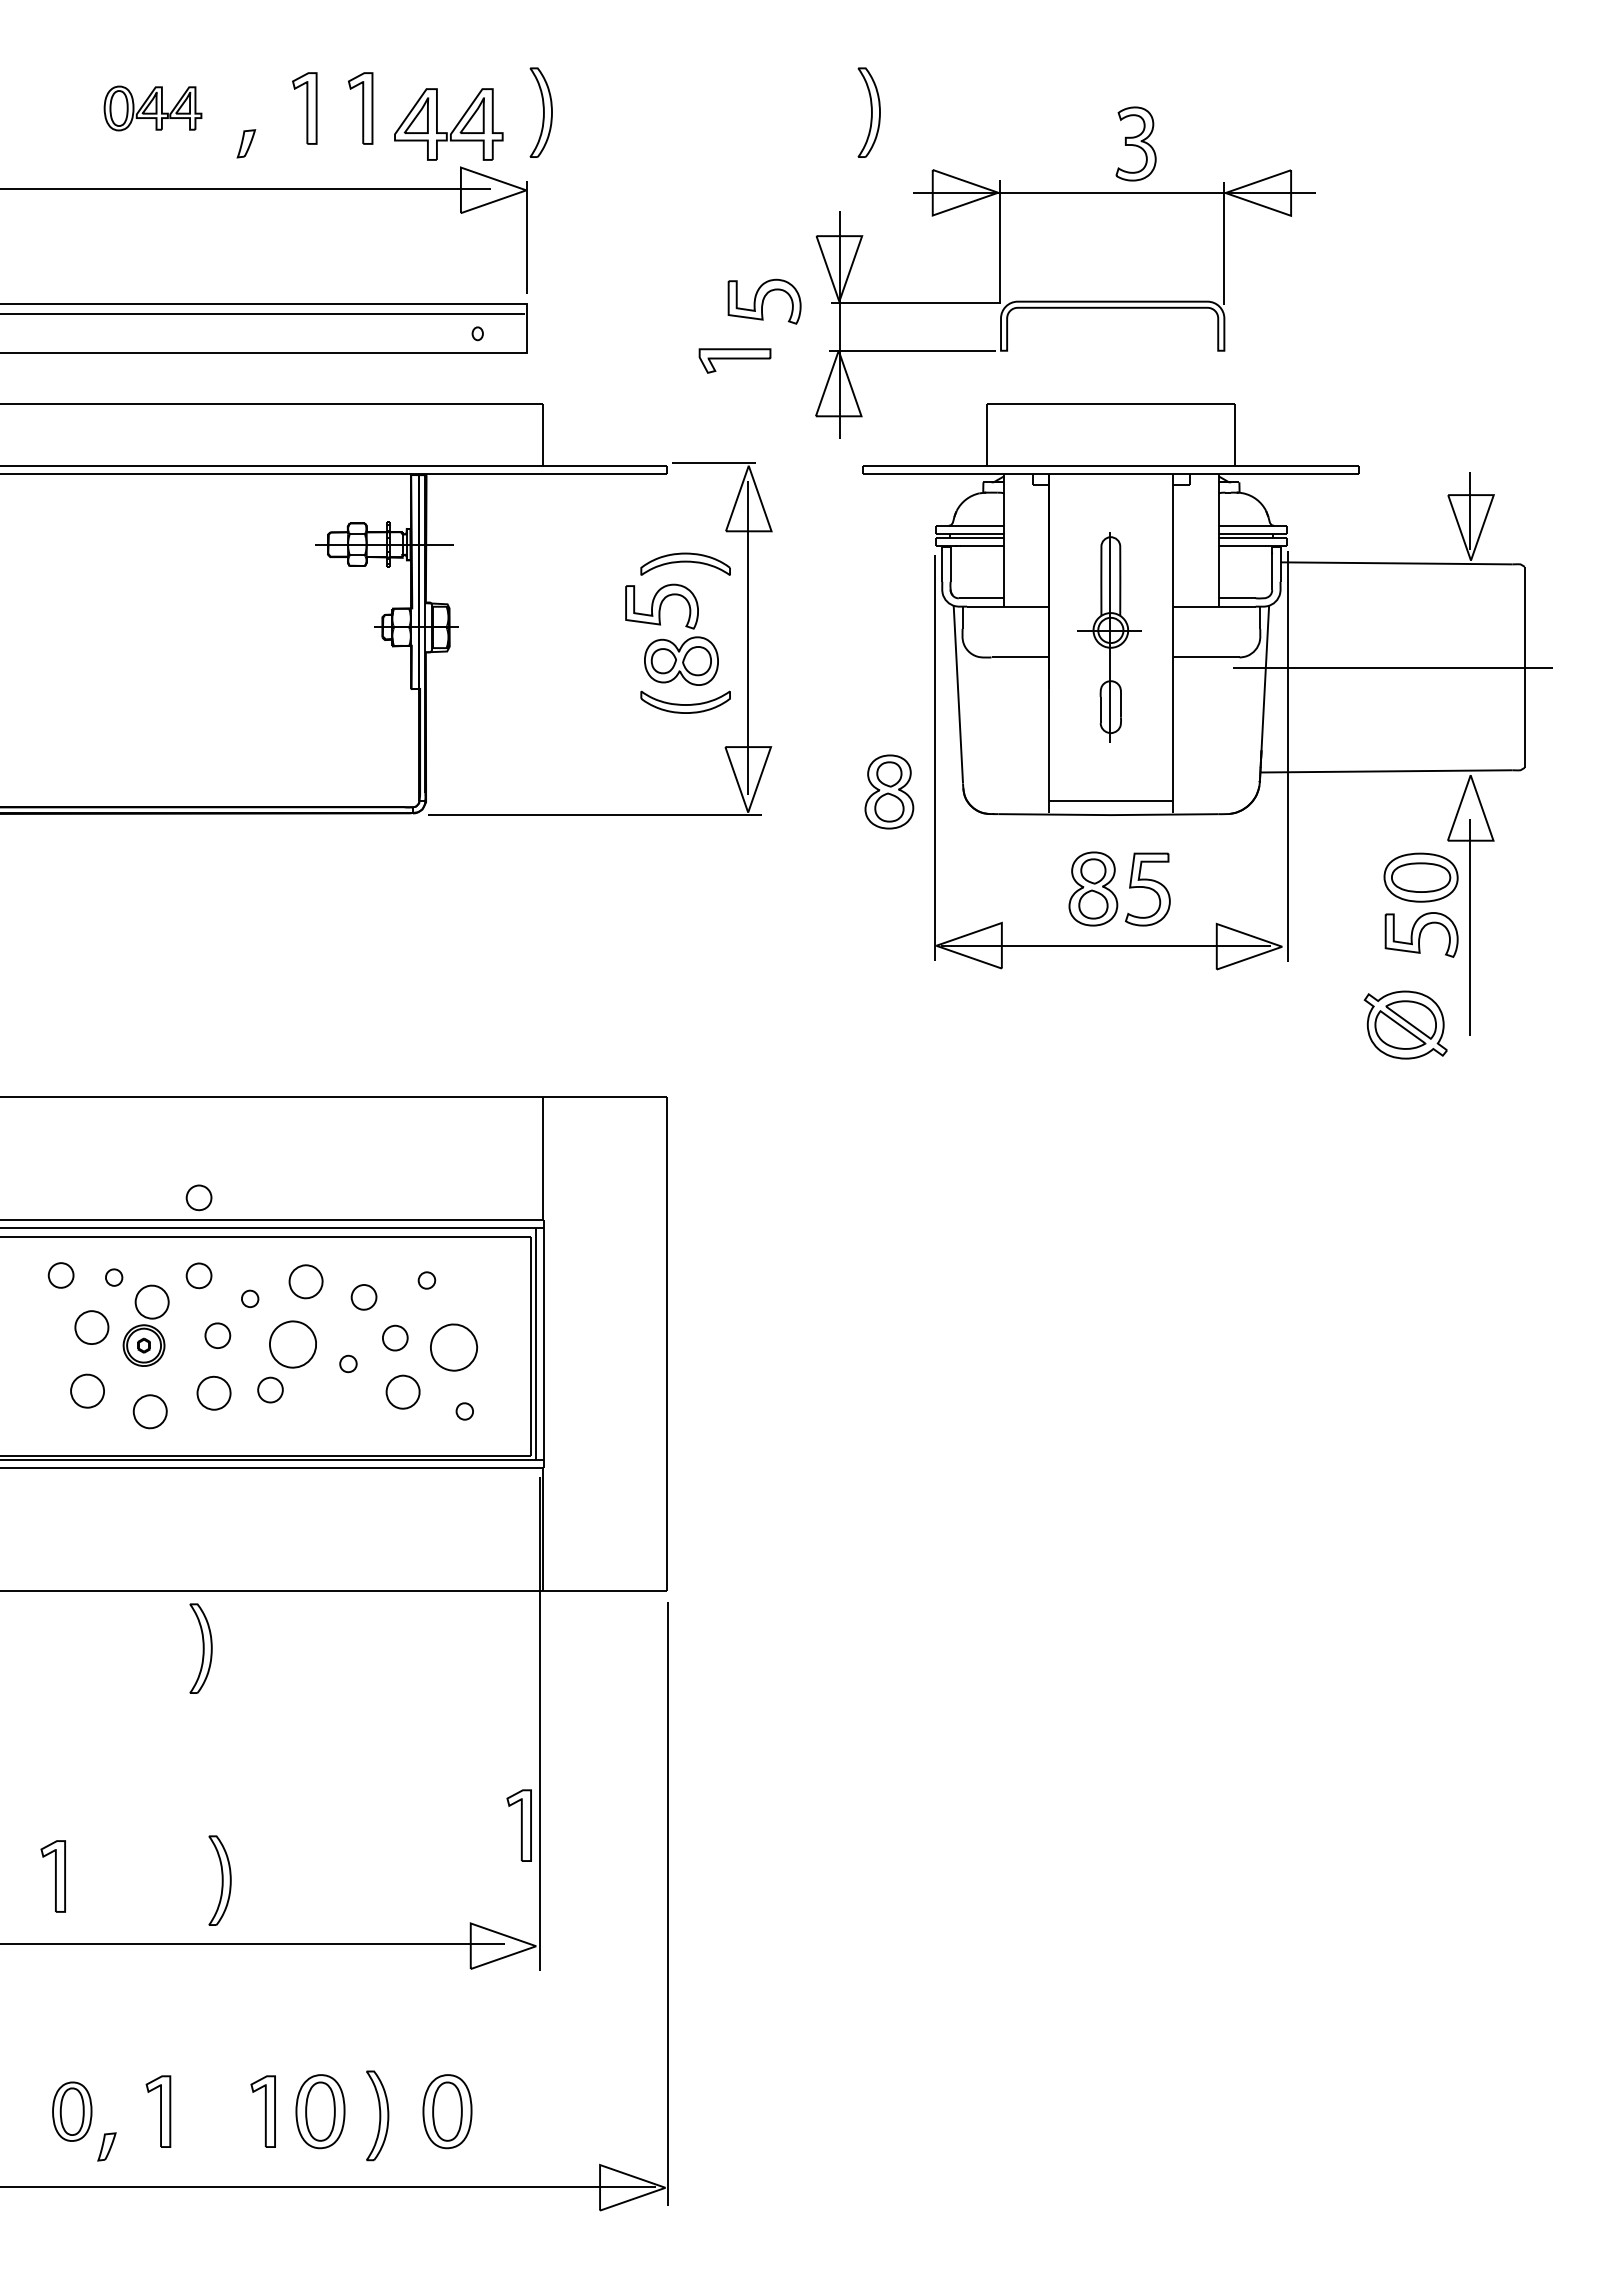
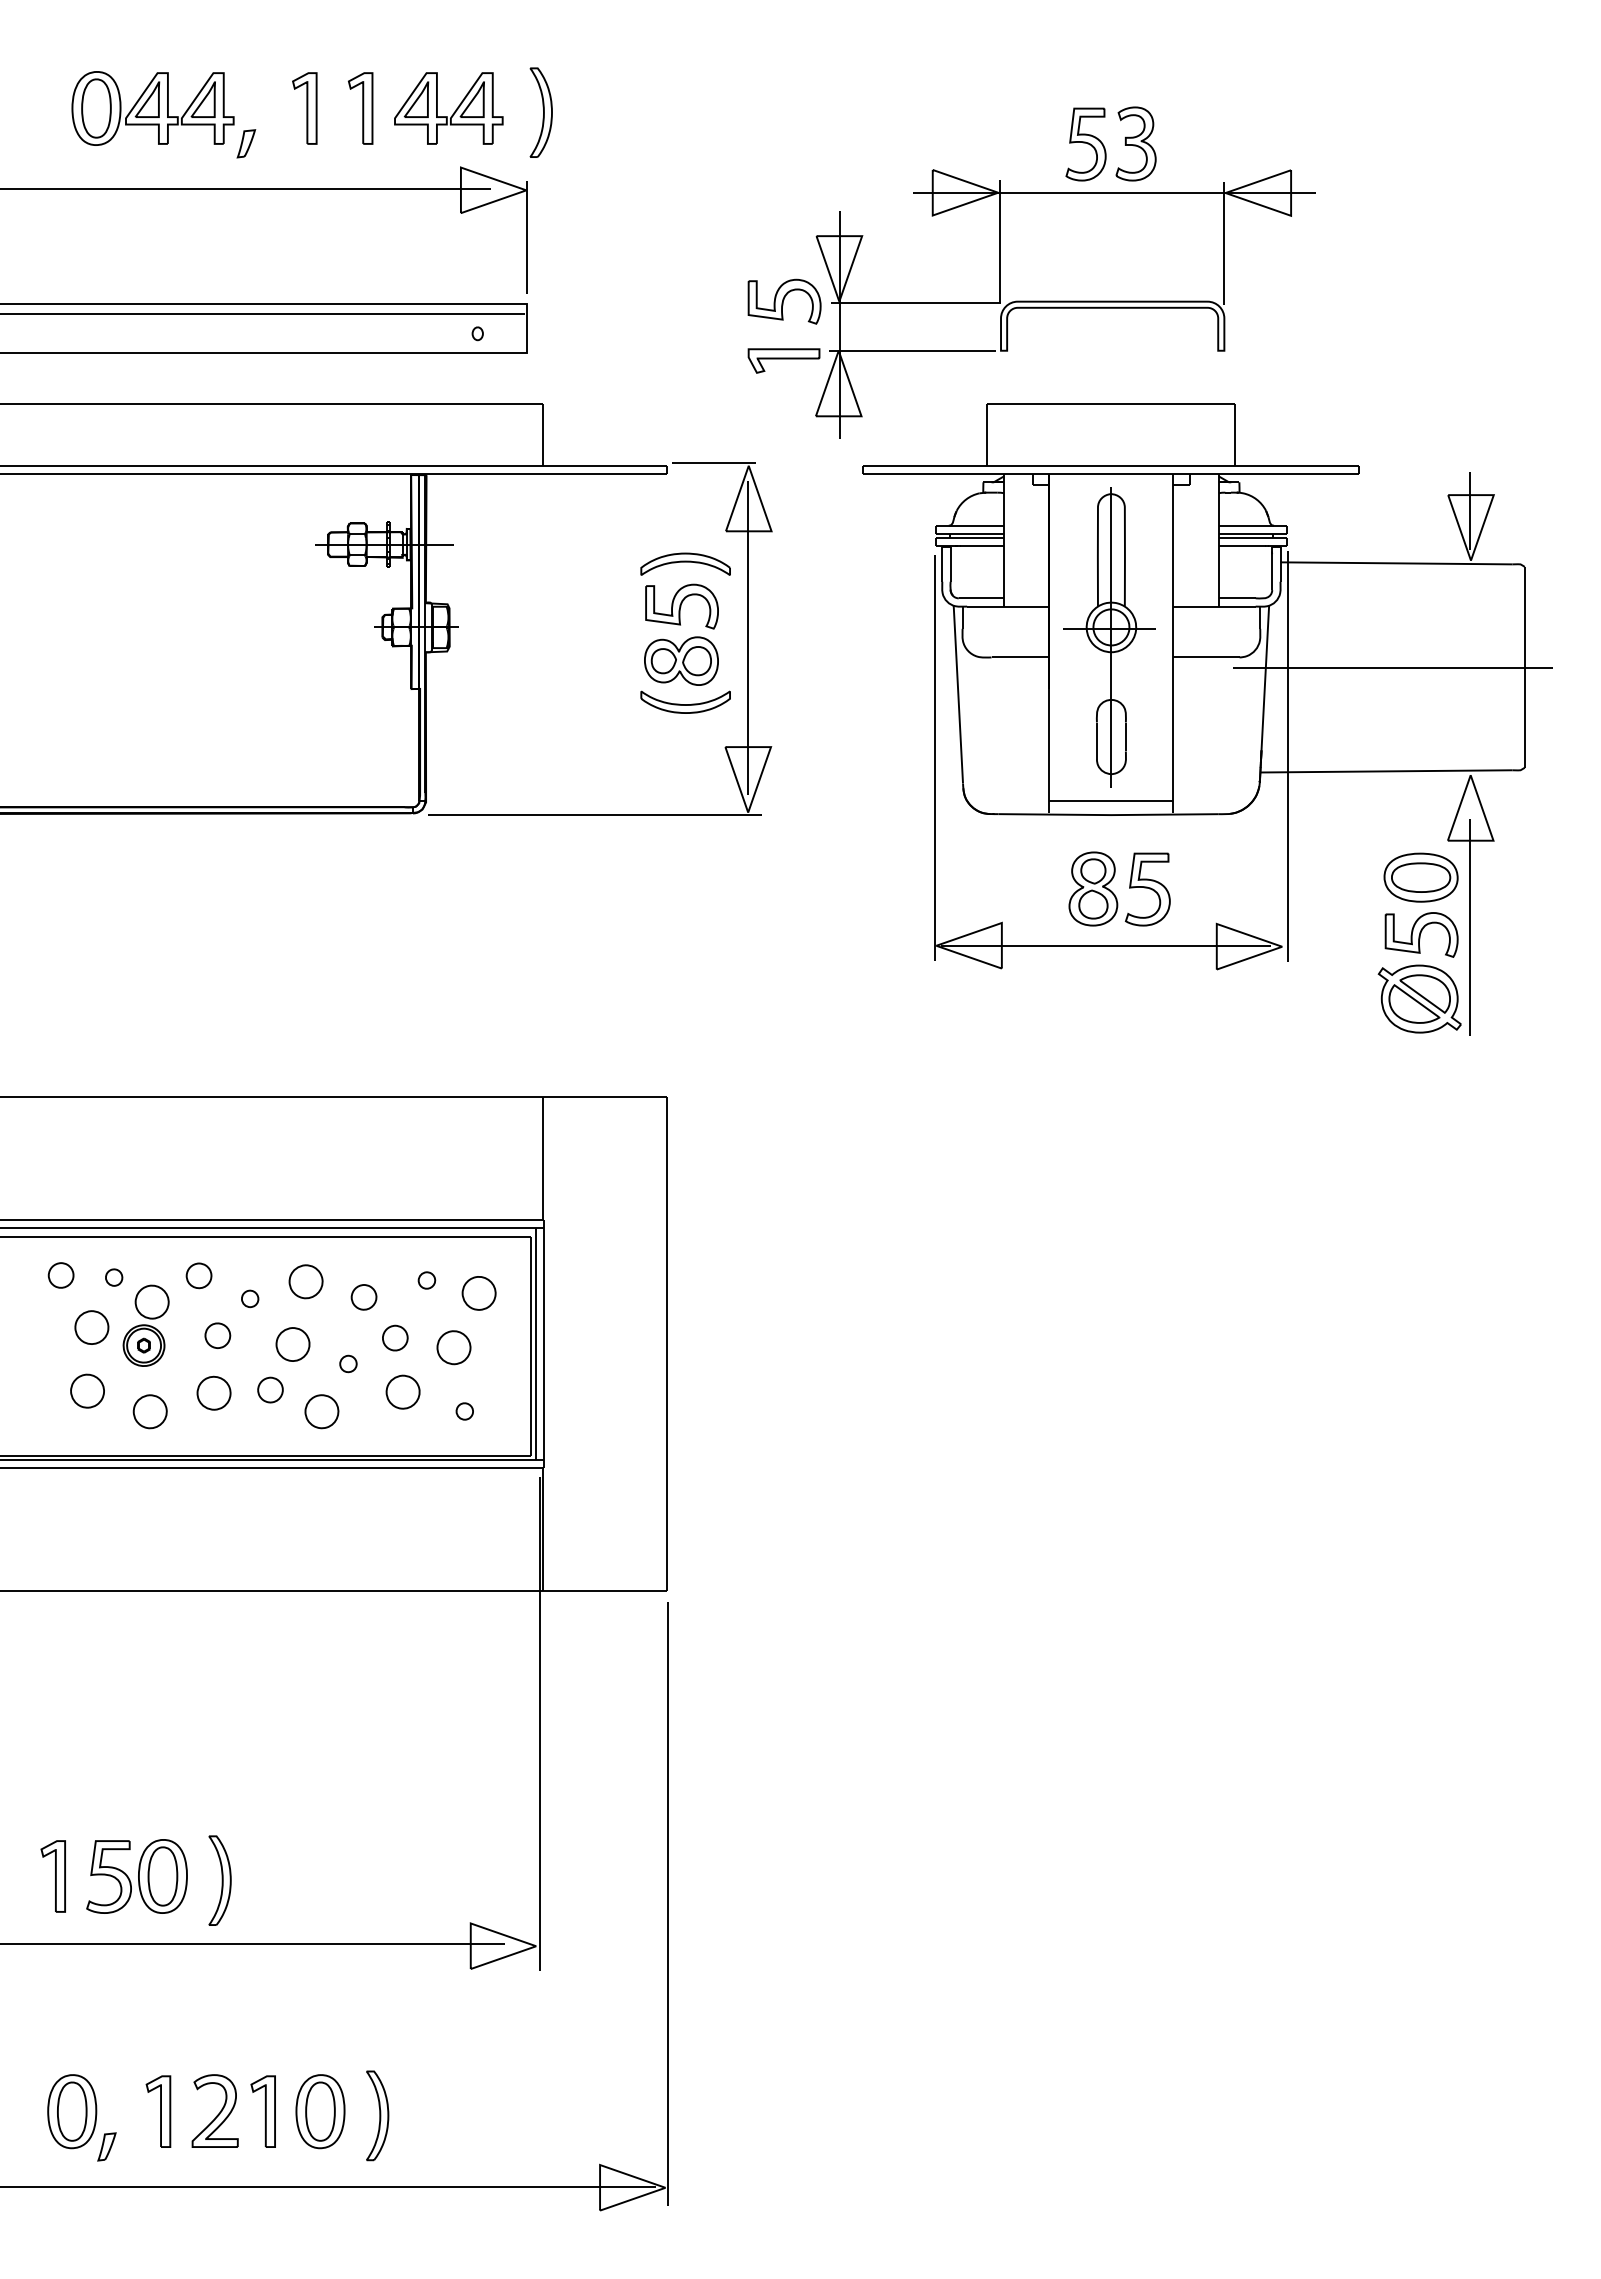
part at (152, 108) size: 100x47 px -> 164x75 px
part at (868, 112): present -> none
part at (453, 128) position: (453, 128) -> (453, 112)
part at (1085, 144): none -> present
part at (764, 301) position: (764, 301) -> (784, 301)
part at (734, 360) position: (734, 360) -> (783, 360)
part at (661, 606) position: (661, 606) -> (681, 606)
part at (1109, 637) size: 65x211 px -> 93x301 px
part at (889, 791): present -> none
part at (1405, 1024) position: (1405, 1024) -> (1419, 998)
part at (198, 1197): present -> none
part at (478, 1293): none -> present
part at (292, 1344) size: 48x49 px -> 36x35 px
part at (453, 1347) size: 48x49 px -> 36x36 px
part at (321, 1411): none -> present
part at (200, 1648): present -> none
part at (518, 1825): present -> none
part at (136, 1876): none -> present
part at (214, 2110): none -> present
part at (72, 2111) size: 41x61 px -> 51x76 px
part at (447, 2111): present -> none
